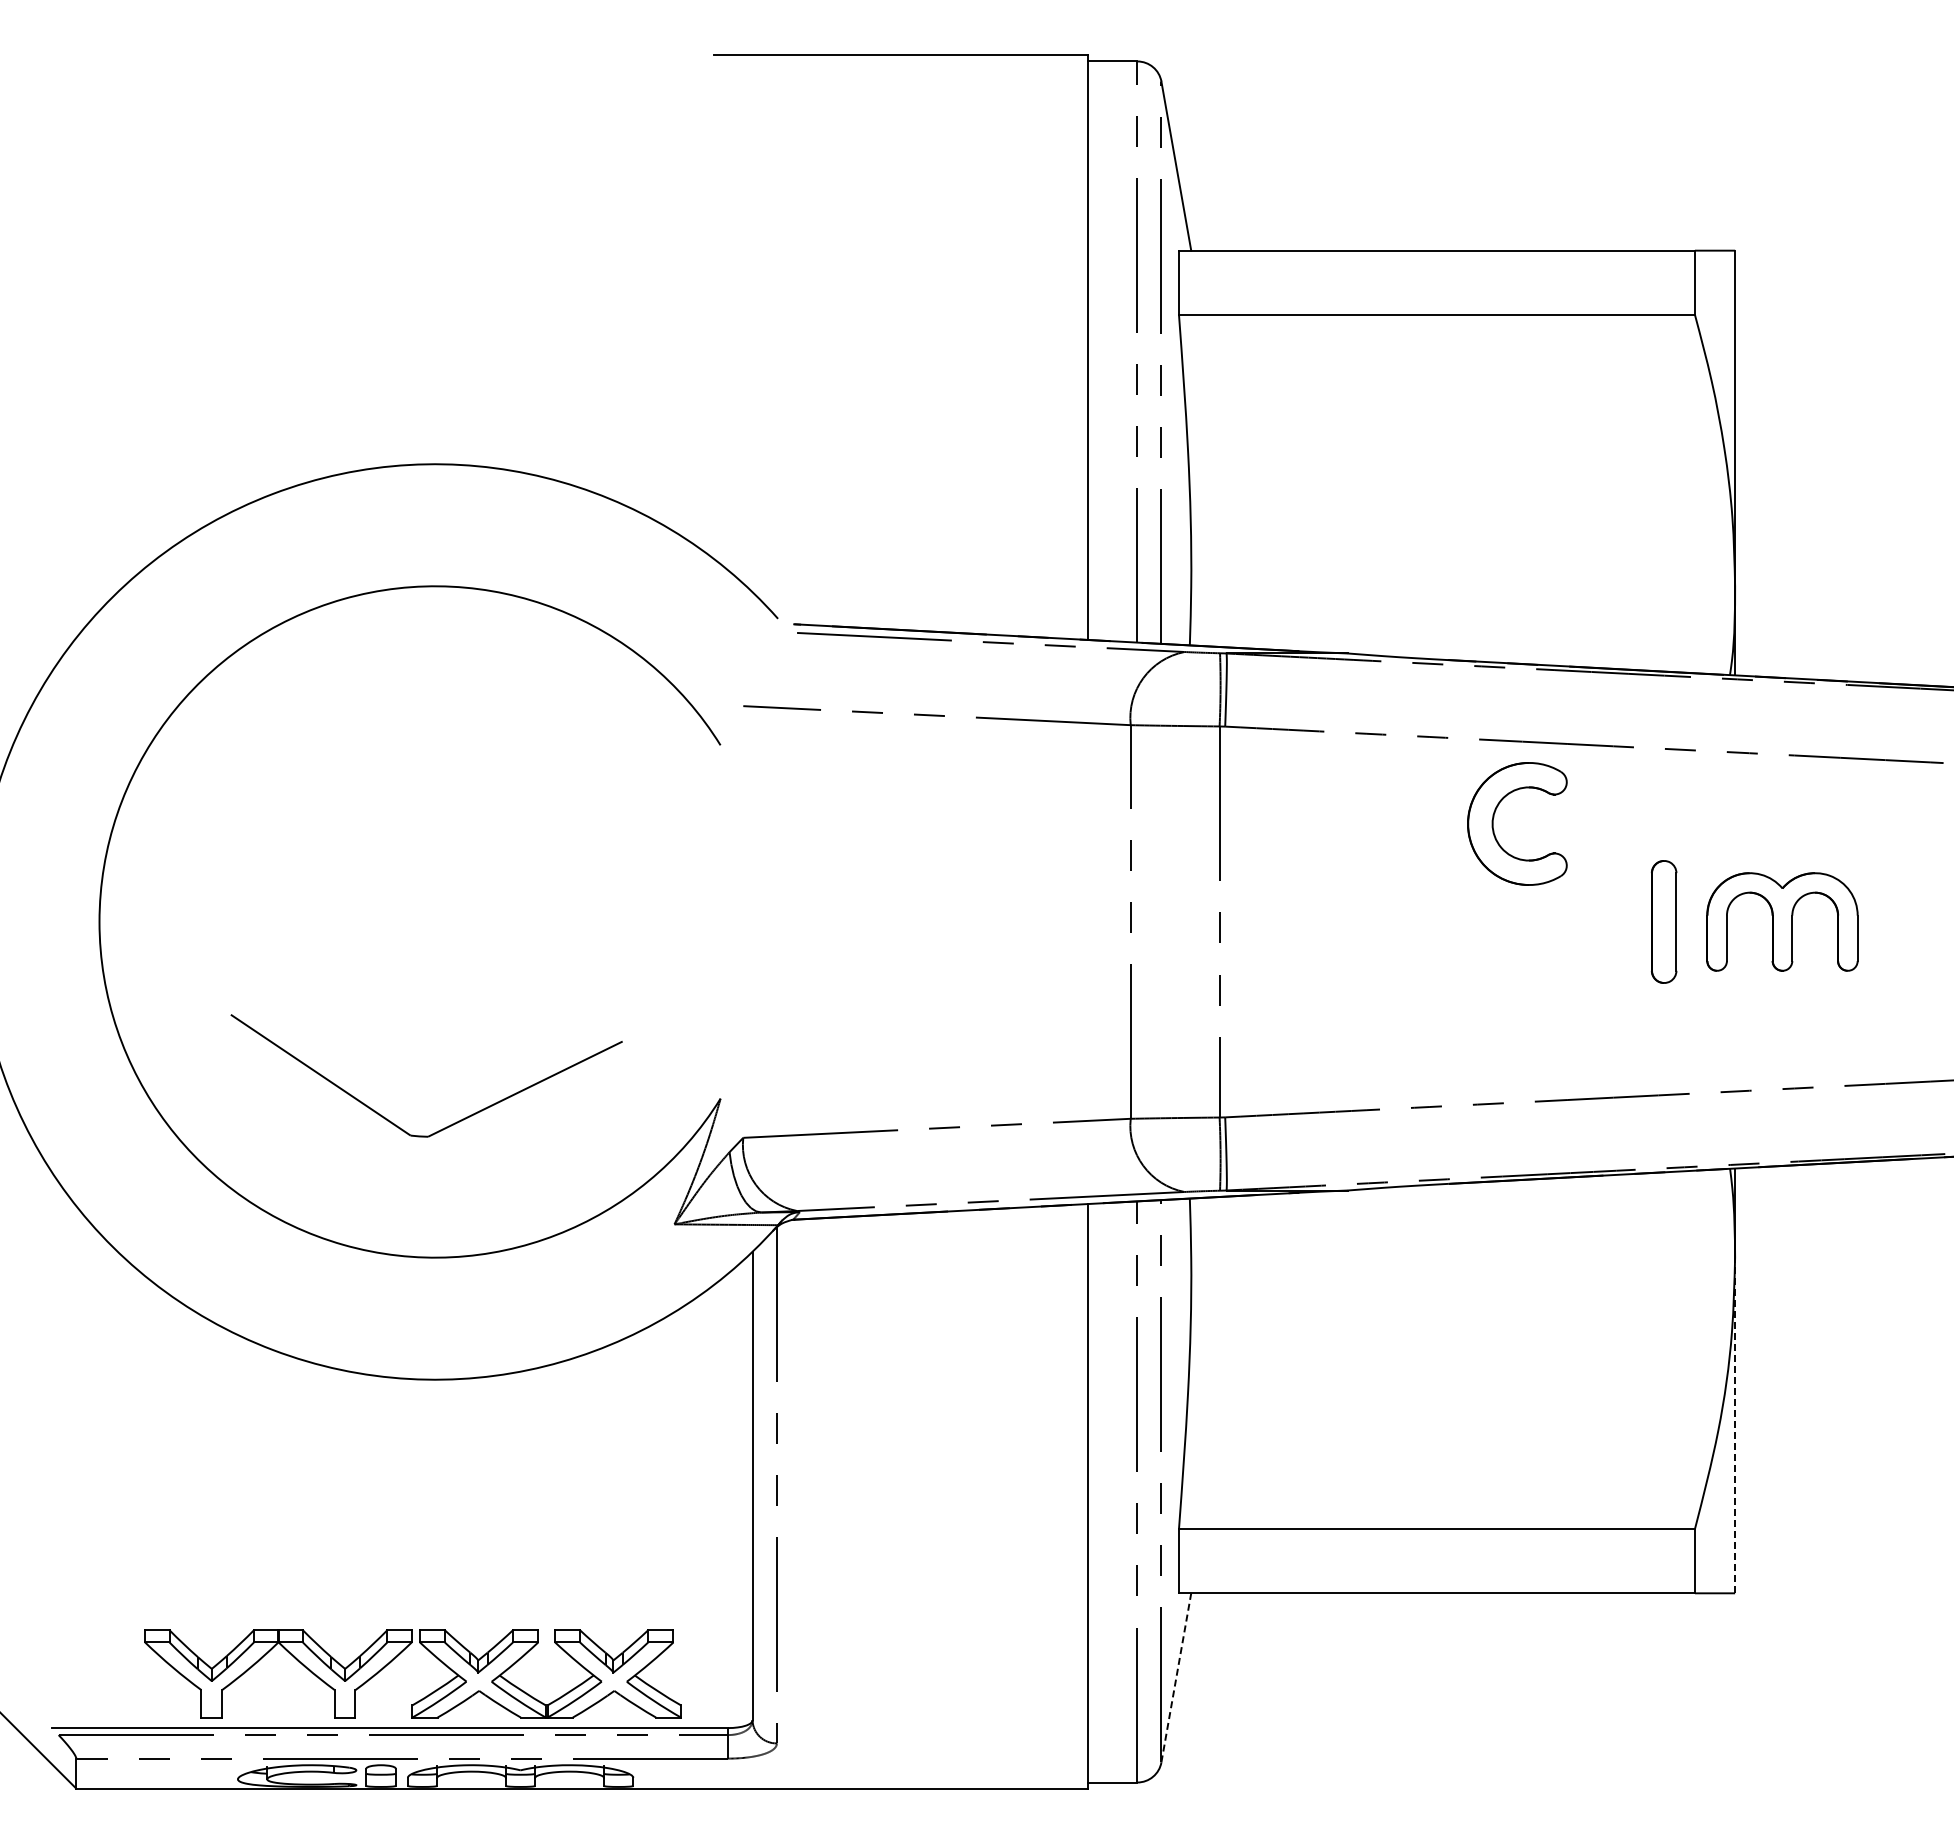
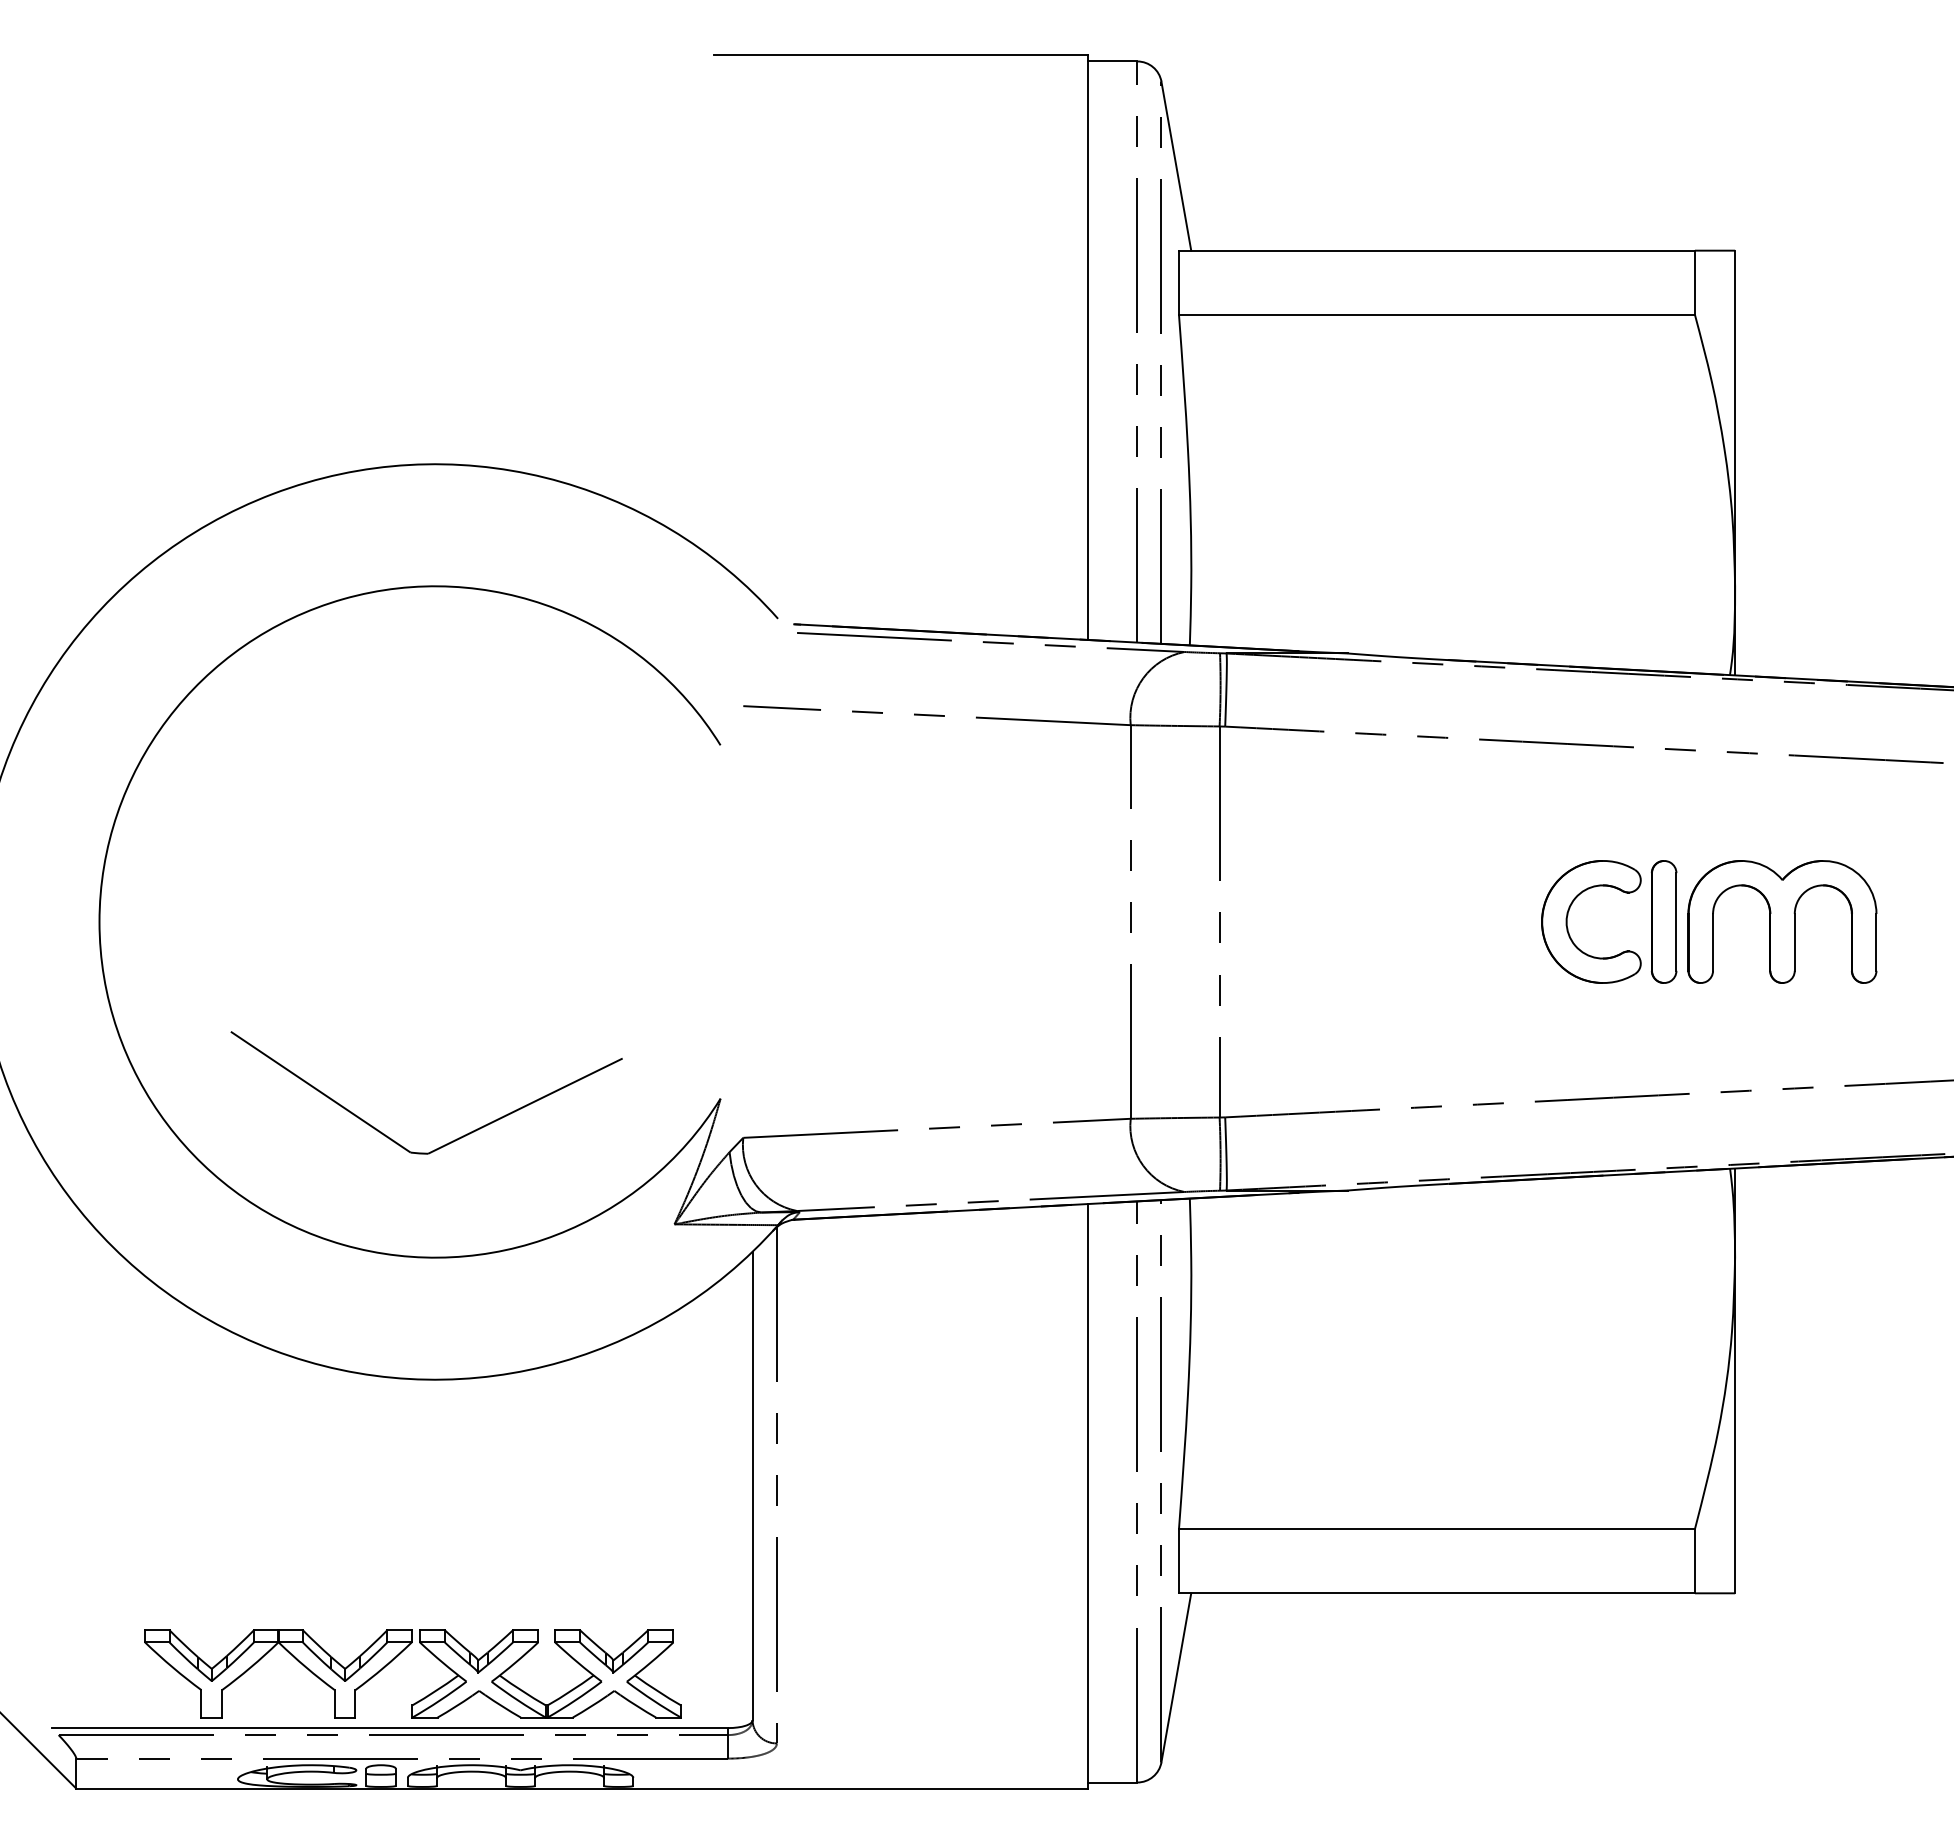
part at (1494, 817) position: (1494, 817) -> (1568, 915)
part at (1782, 921) size: 153x100 px -> 191x124 px
part at (450, 1124) position: (450, 1124) -> (450, 1141)
line at (1735, 1425): dashed -> solid
line at (1176, 1677): dashed -> solid
